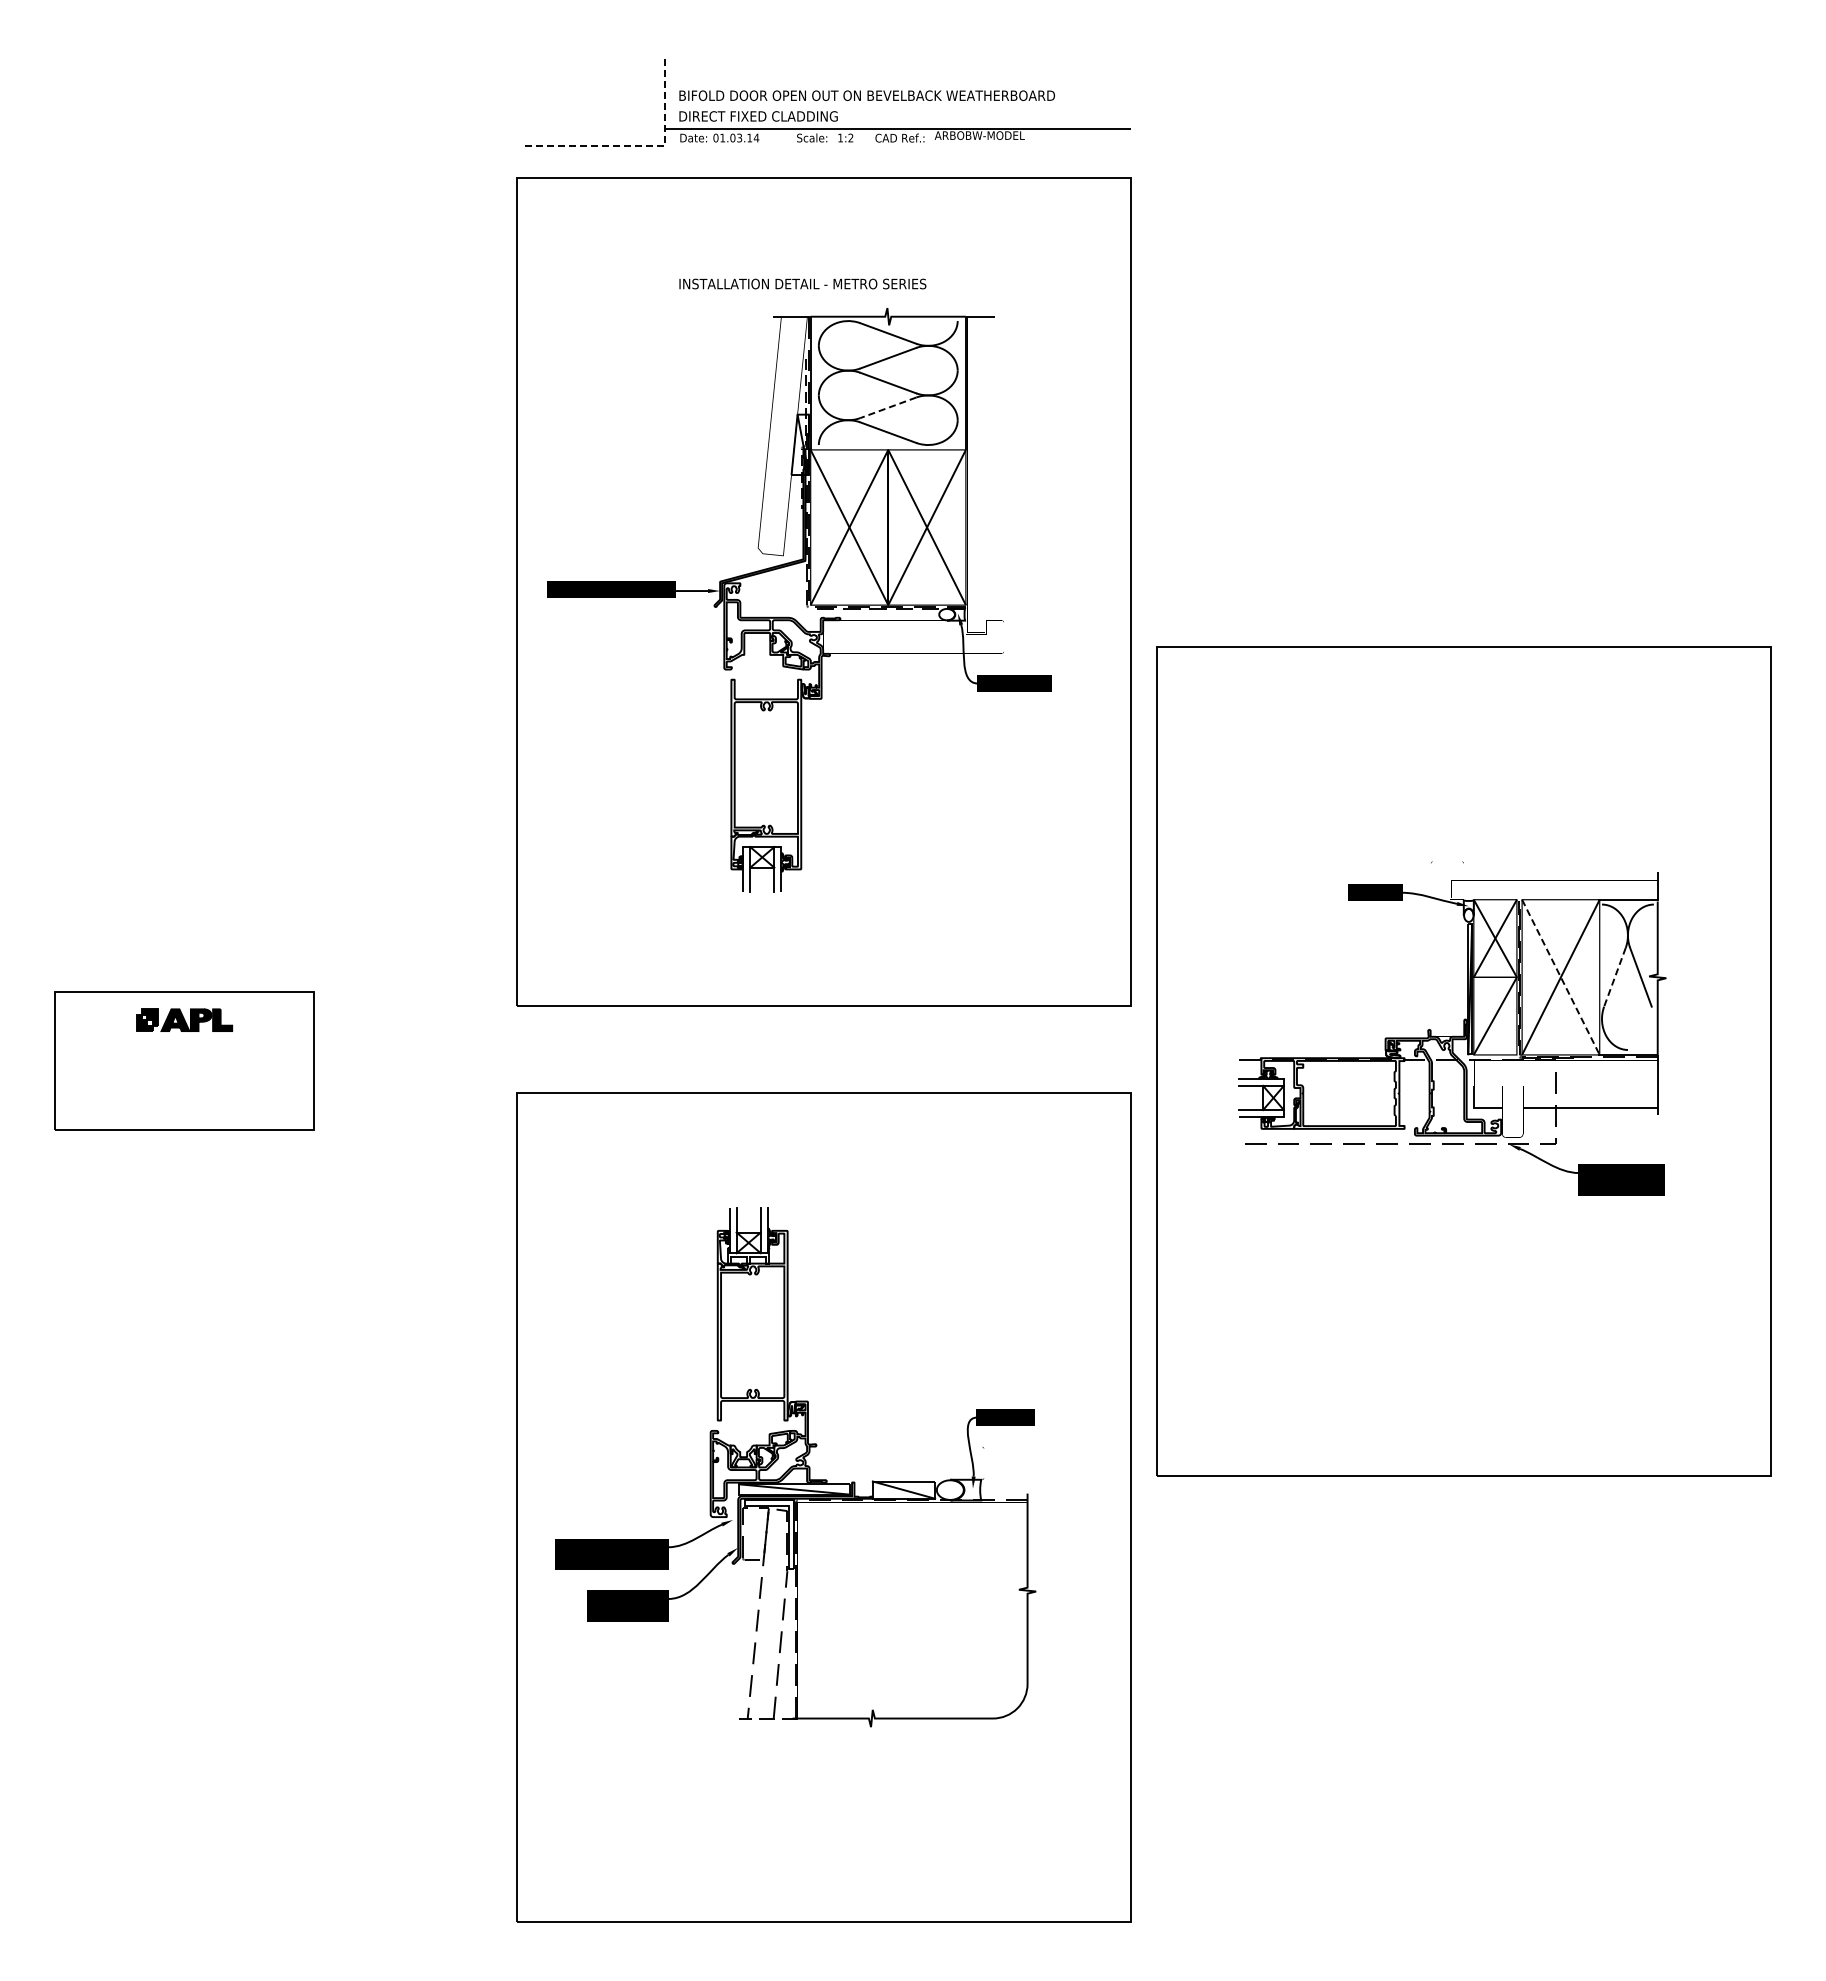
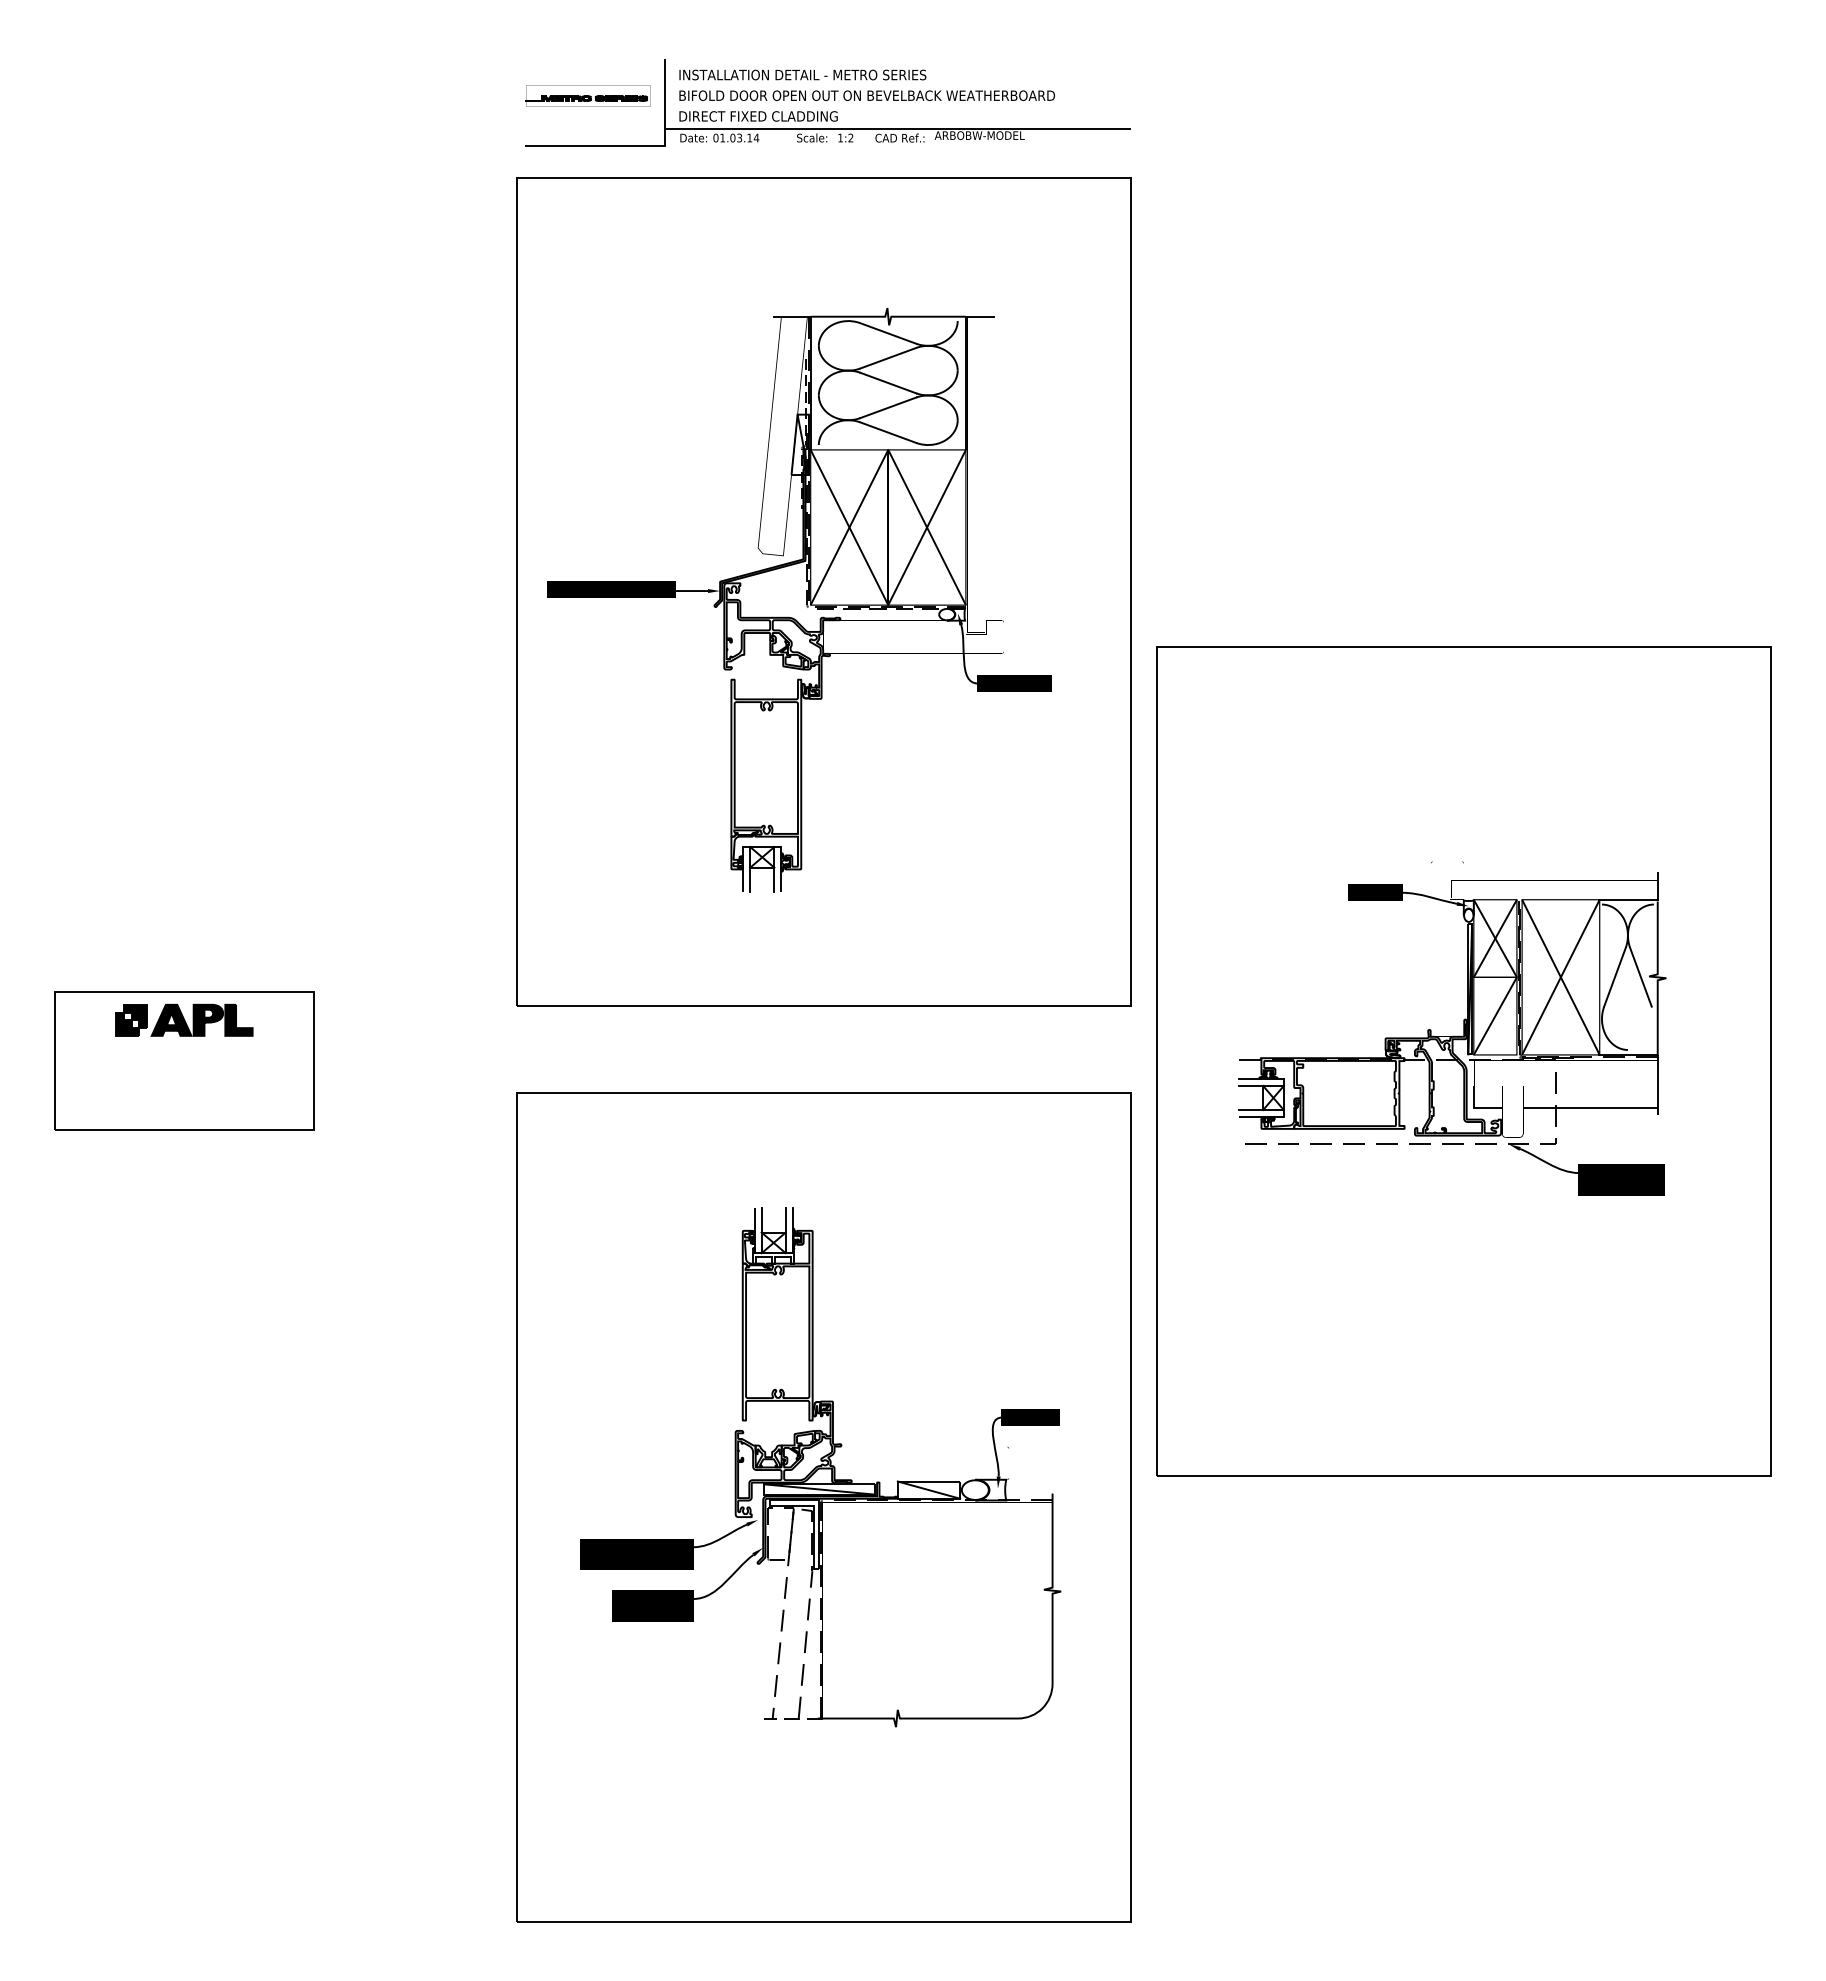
part at (587, 95): none -> present
line at (638, 145): dashed -> solid
text at (802, 283) position: (802, 283) -> (802, 74)
line at (888, 407): dashed -> solid
line at (1560, 977): dashed -> solid
line at (1614, 977): dashed -> solid
part at (184, 1019) size: 98x24 px -> 139x34 px
part at (795, 1467) position: (795, 1467) -> (820, 1467)
